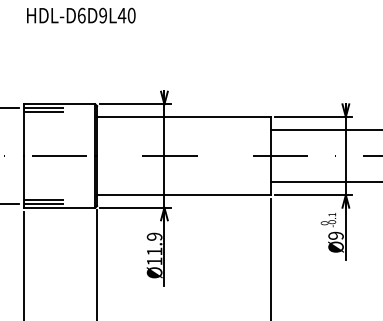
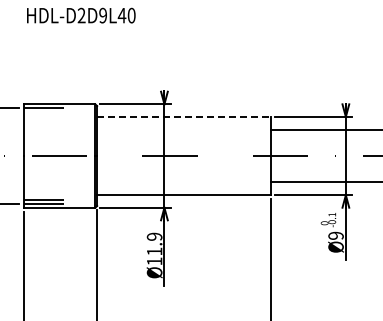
text at (81, 15): HDL-D6D9L40 -> HDL-D2D9L40
line at (43, 111): present -> none
line at (184, 116): solid -> dashed
